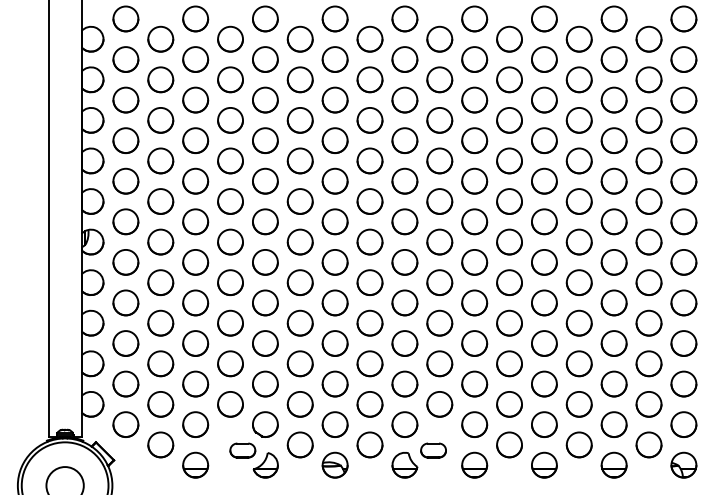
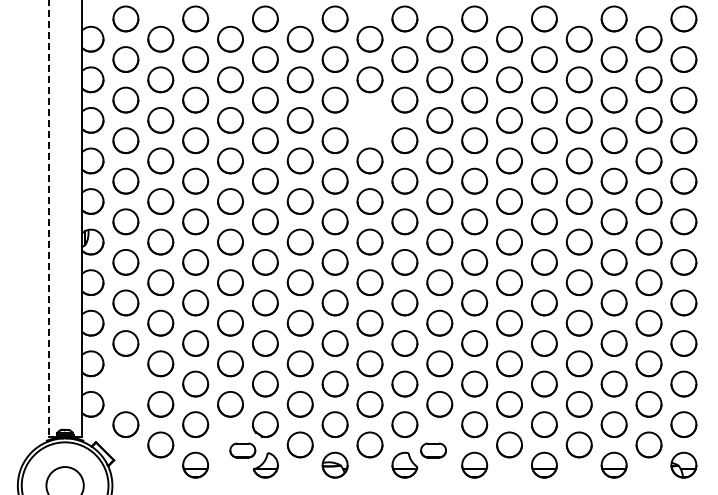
part at (369, 120): present -> none
line at (48, 219): solid -> dashed
part at (125, 383): present -> none
